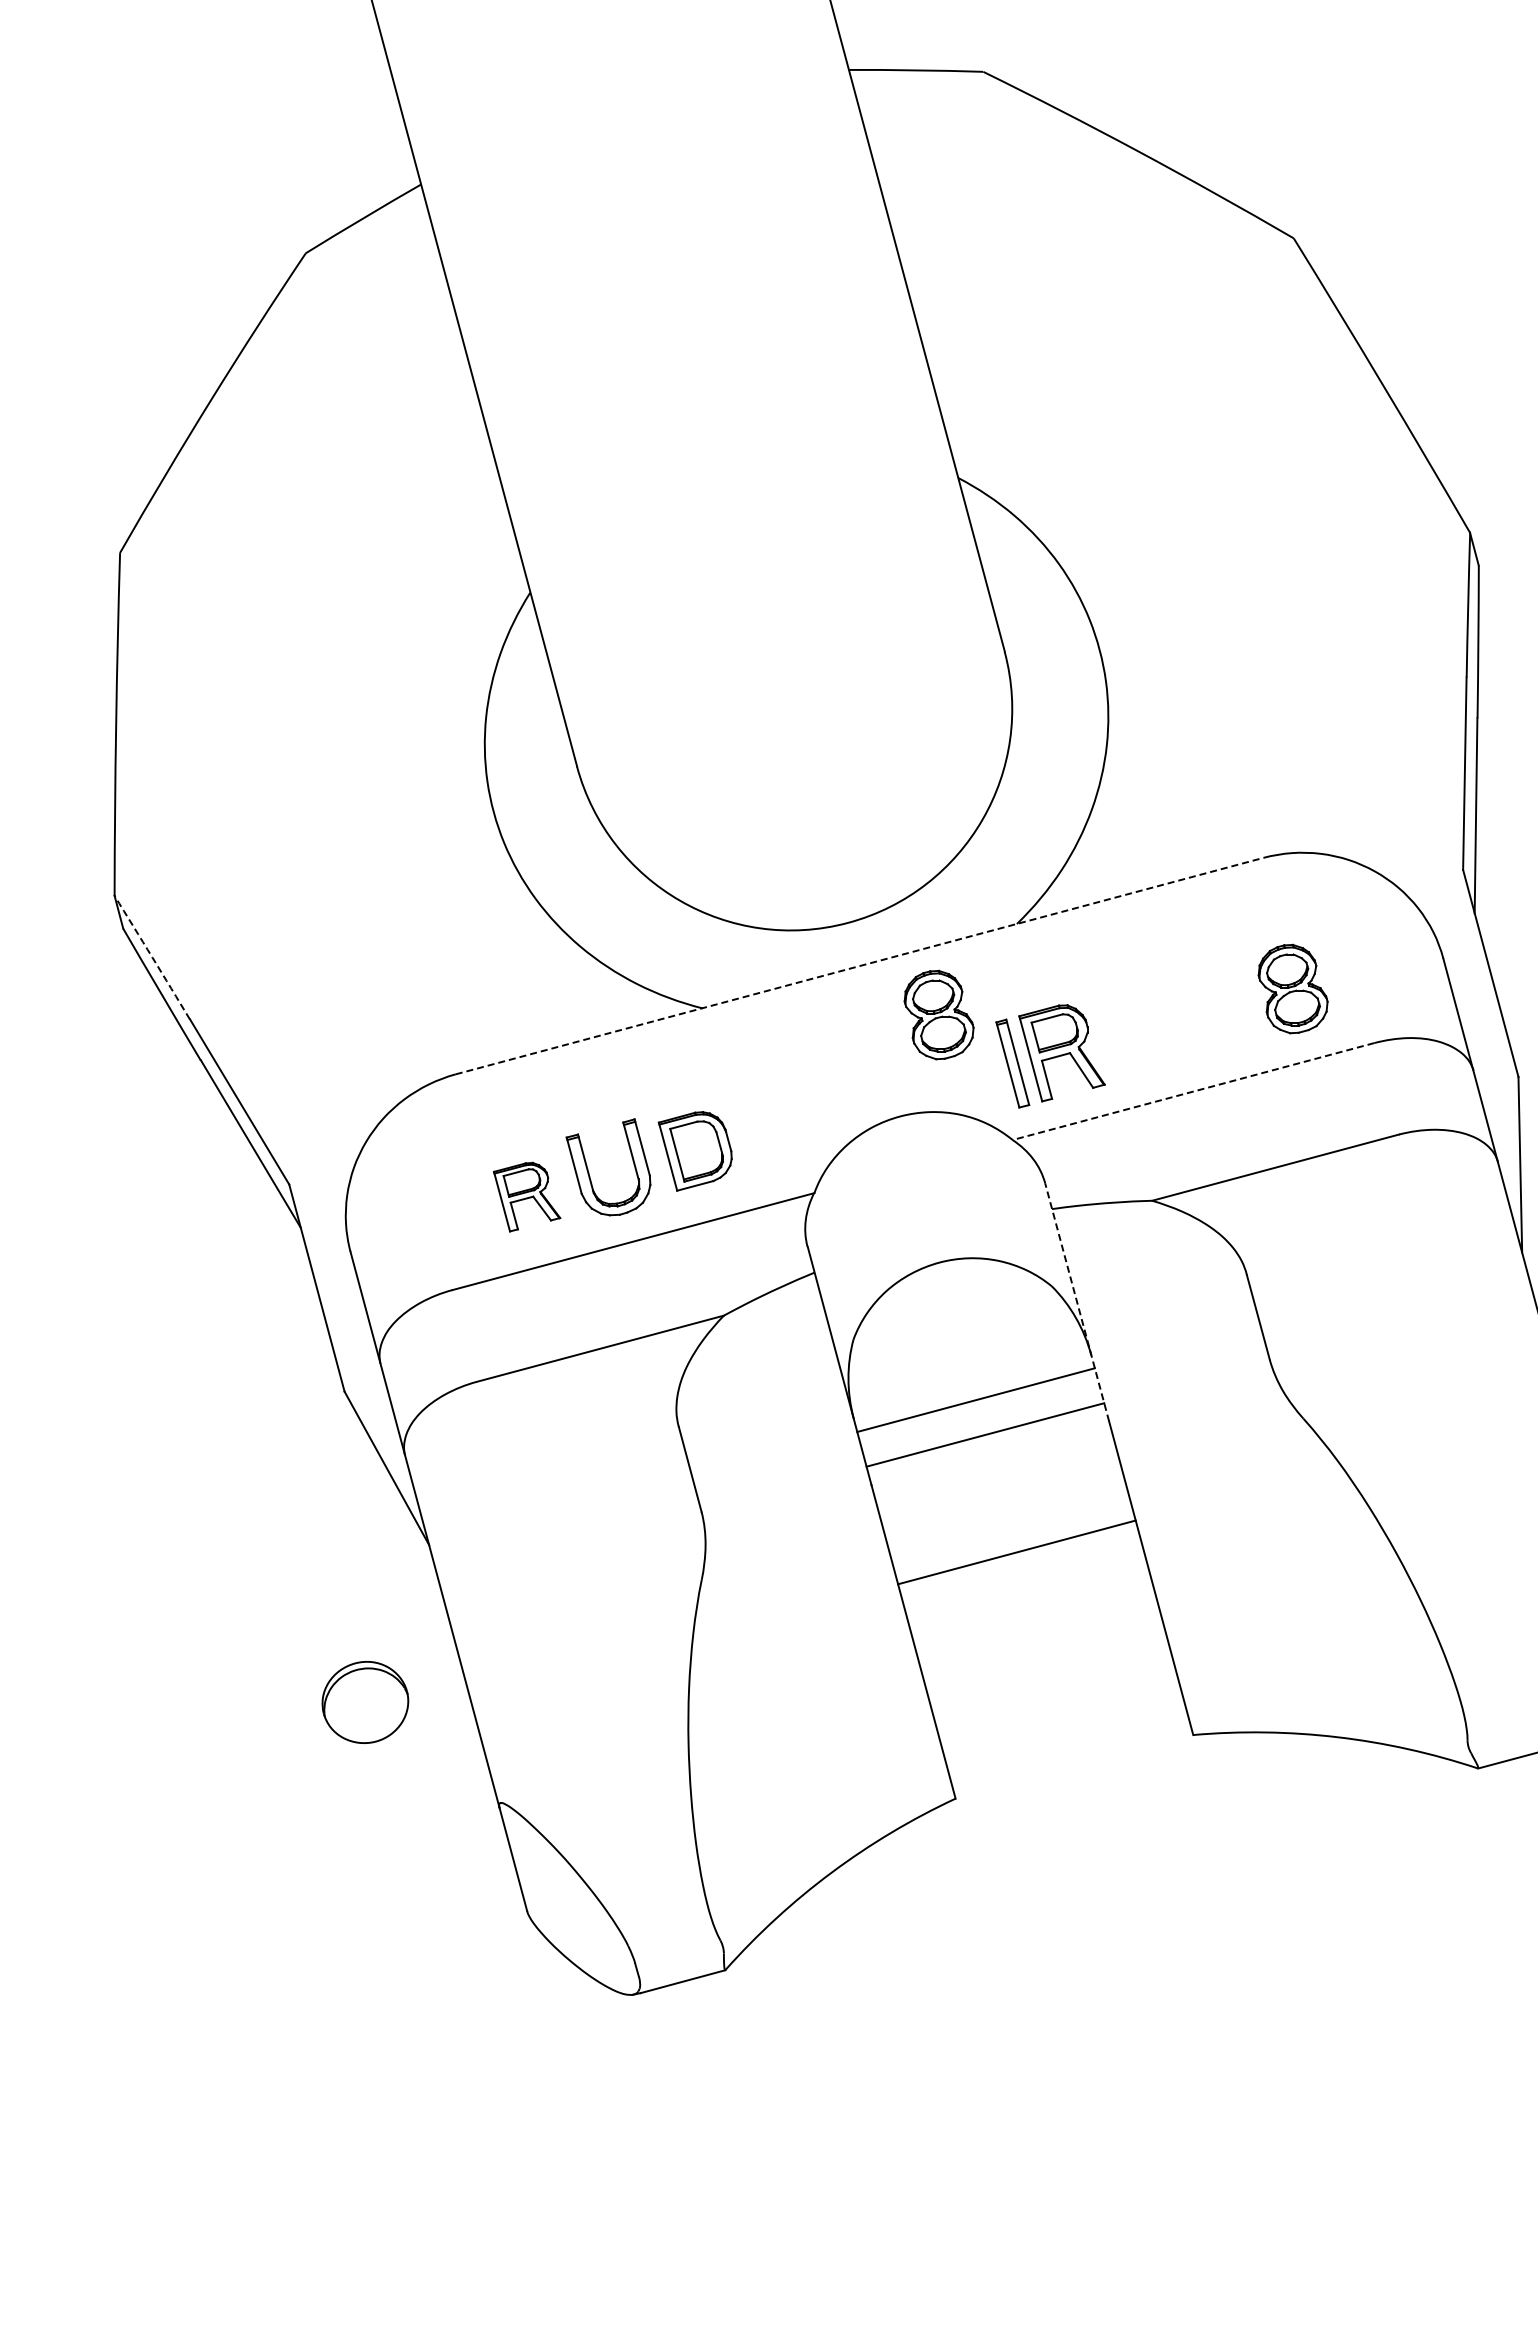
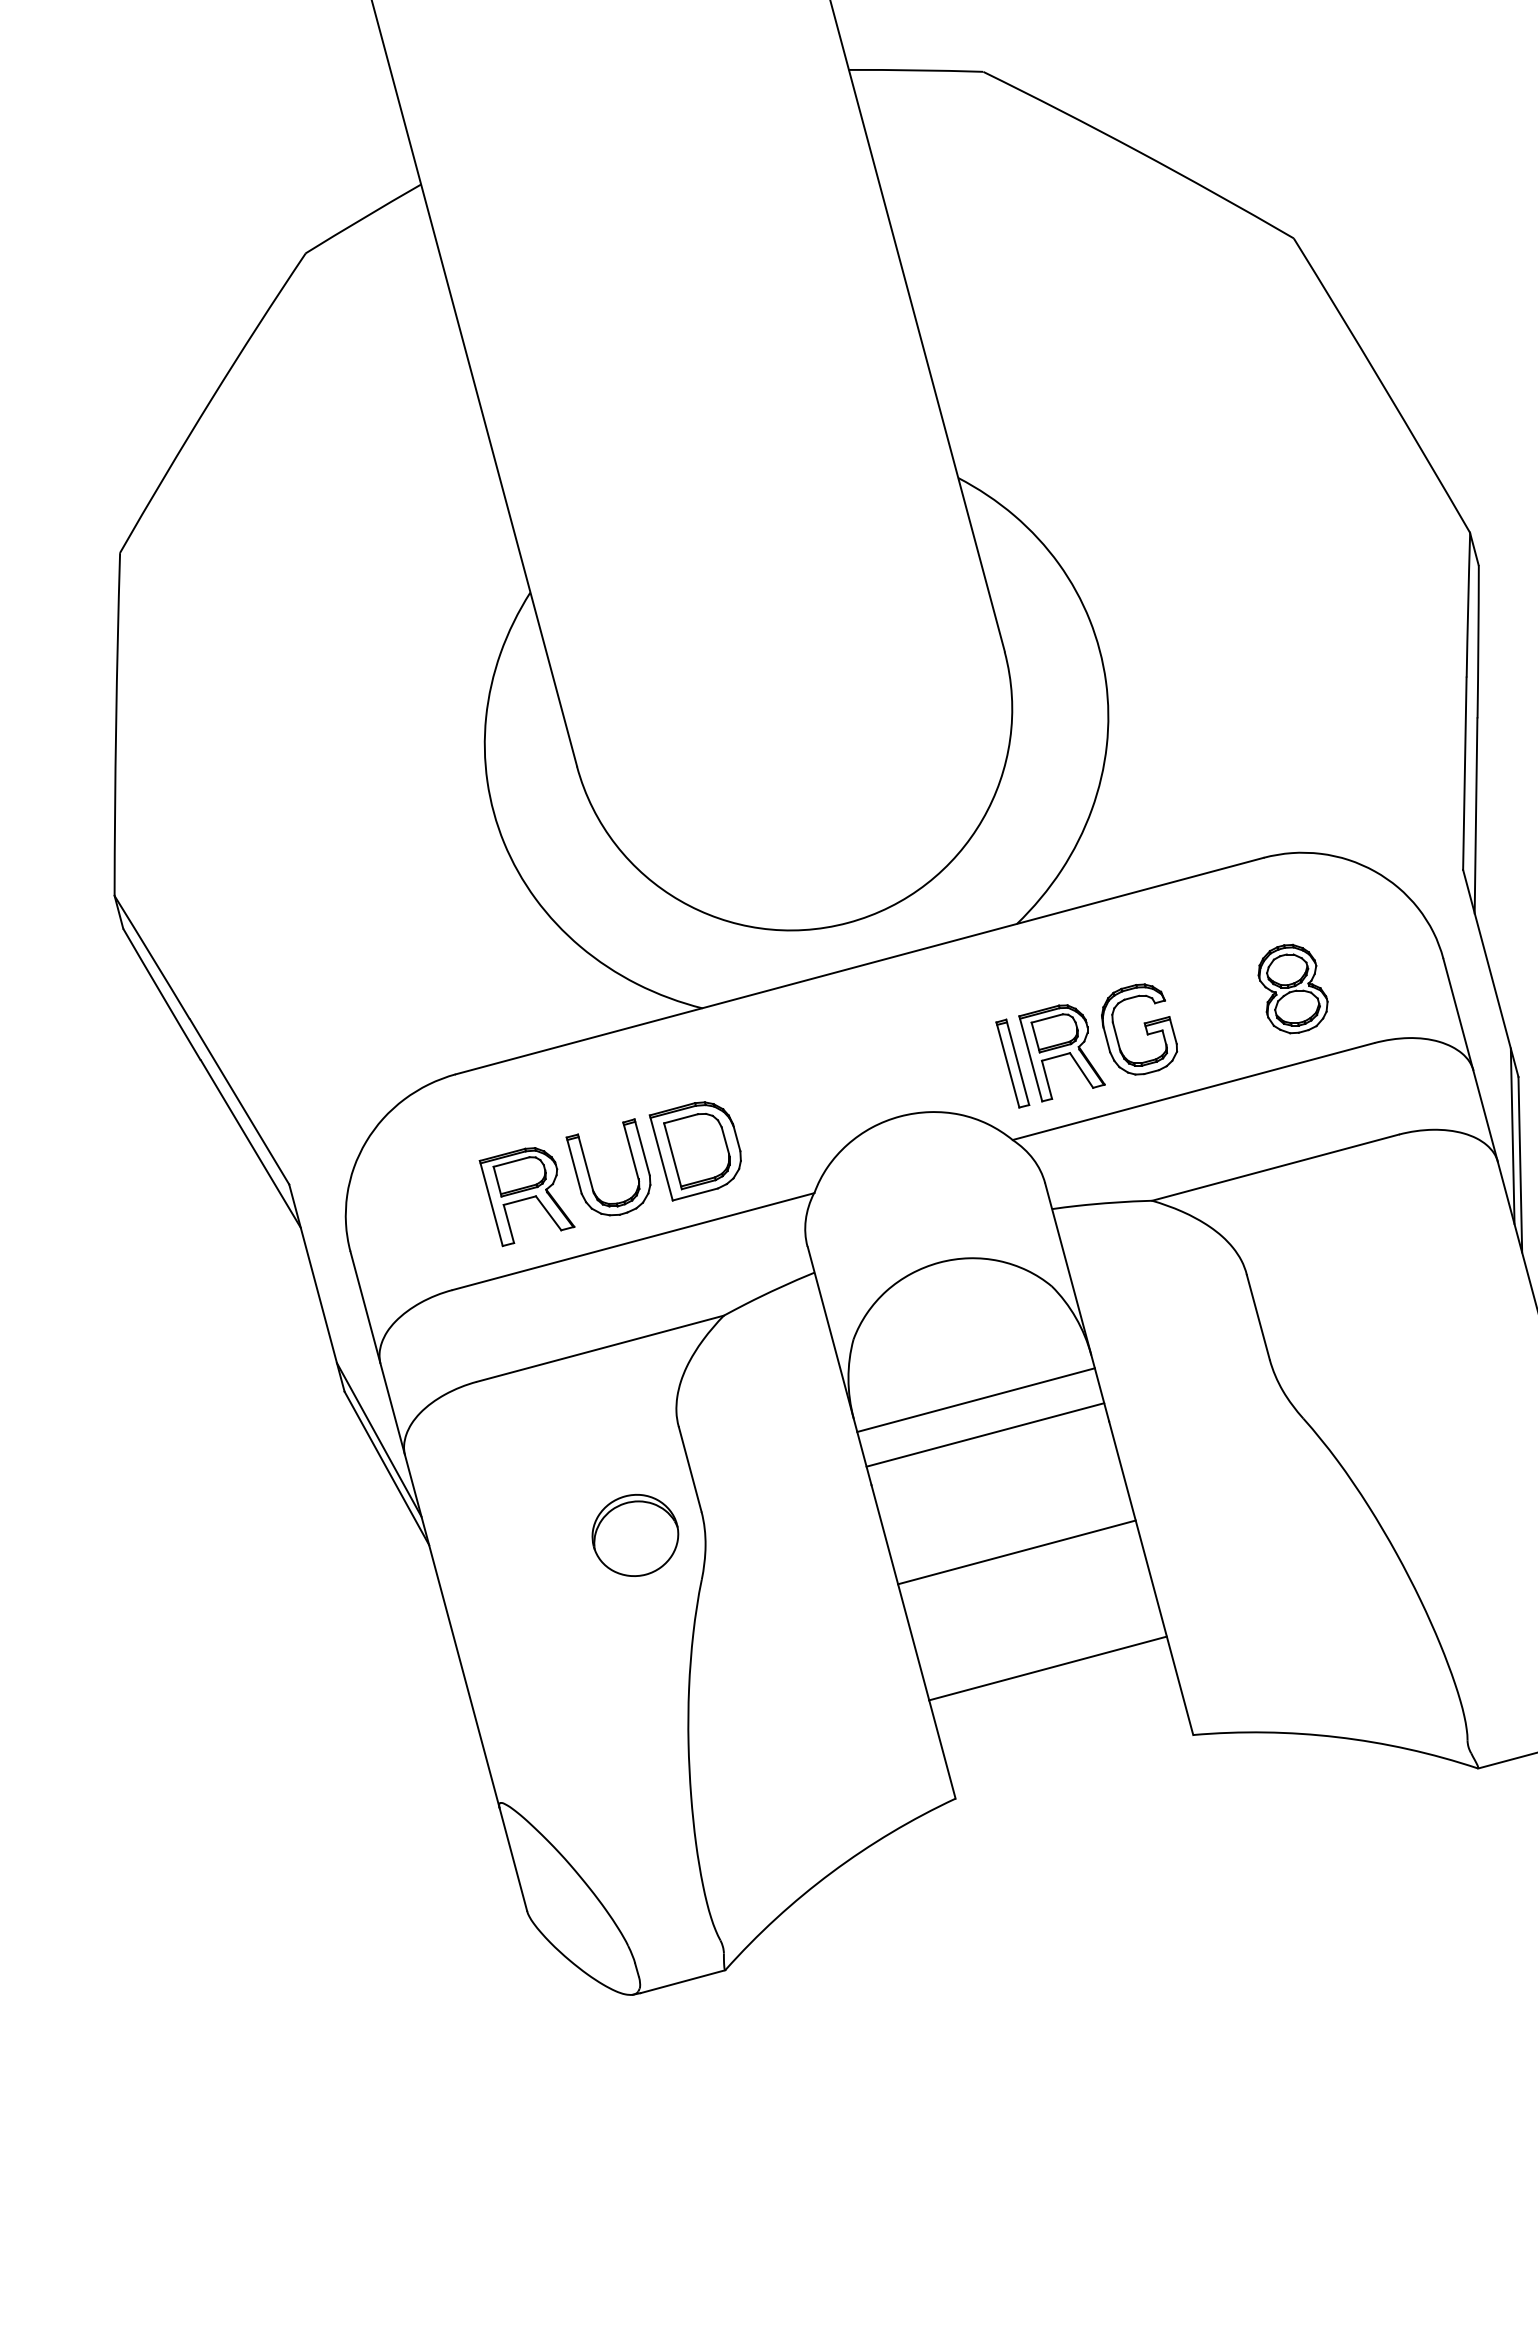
arc at (152, 957): dashed -> solid
line at (860, 965): dashed -> solid
part at (938, 1014): present -> none
part at (1139, 1029): none -> present
line at (1193, 1091): dashed -> solid
line at (1512, 1135): none -> present
part at (694, 1151) size: 76x81 px -> 94x101 px
part at (527, 1196) size: 69x72 px -> 98x101 px
line at (1077, 1301): dashed -> solid
line at (378, 1439): none -> present
line at (1047, 1668): none -> present
part at (365, 1702) position: (365, 1702) -> (635, 1535)
